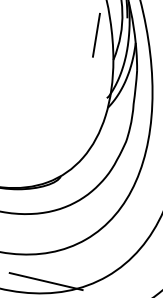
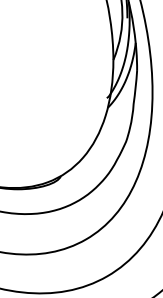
line at (95, 34): present -> none
line at (45, 281): present -> none
